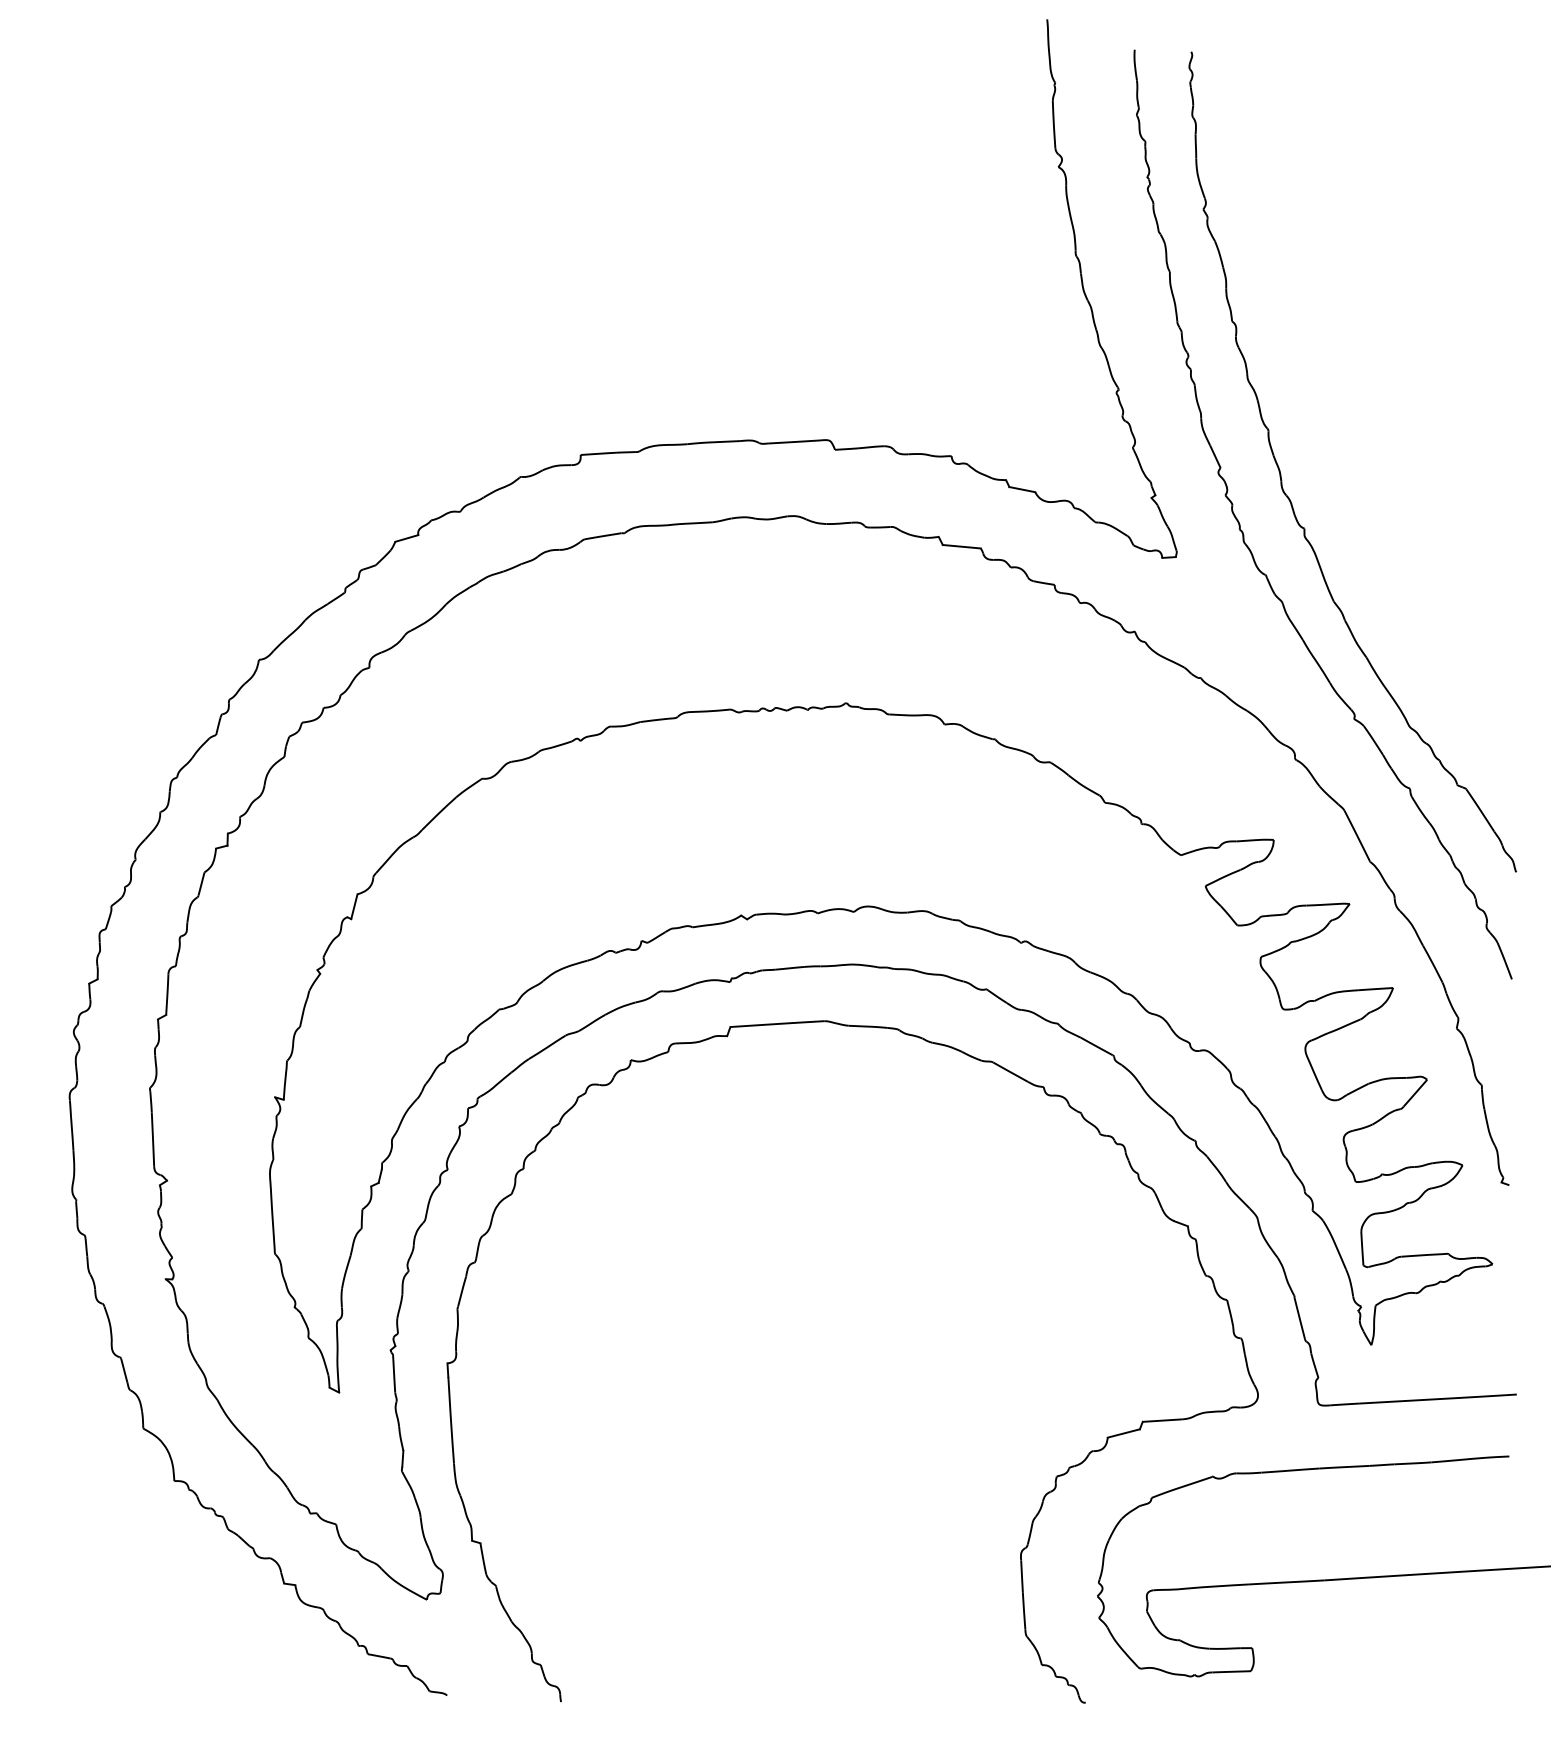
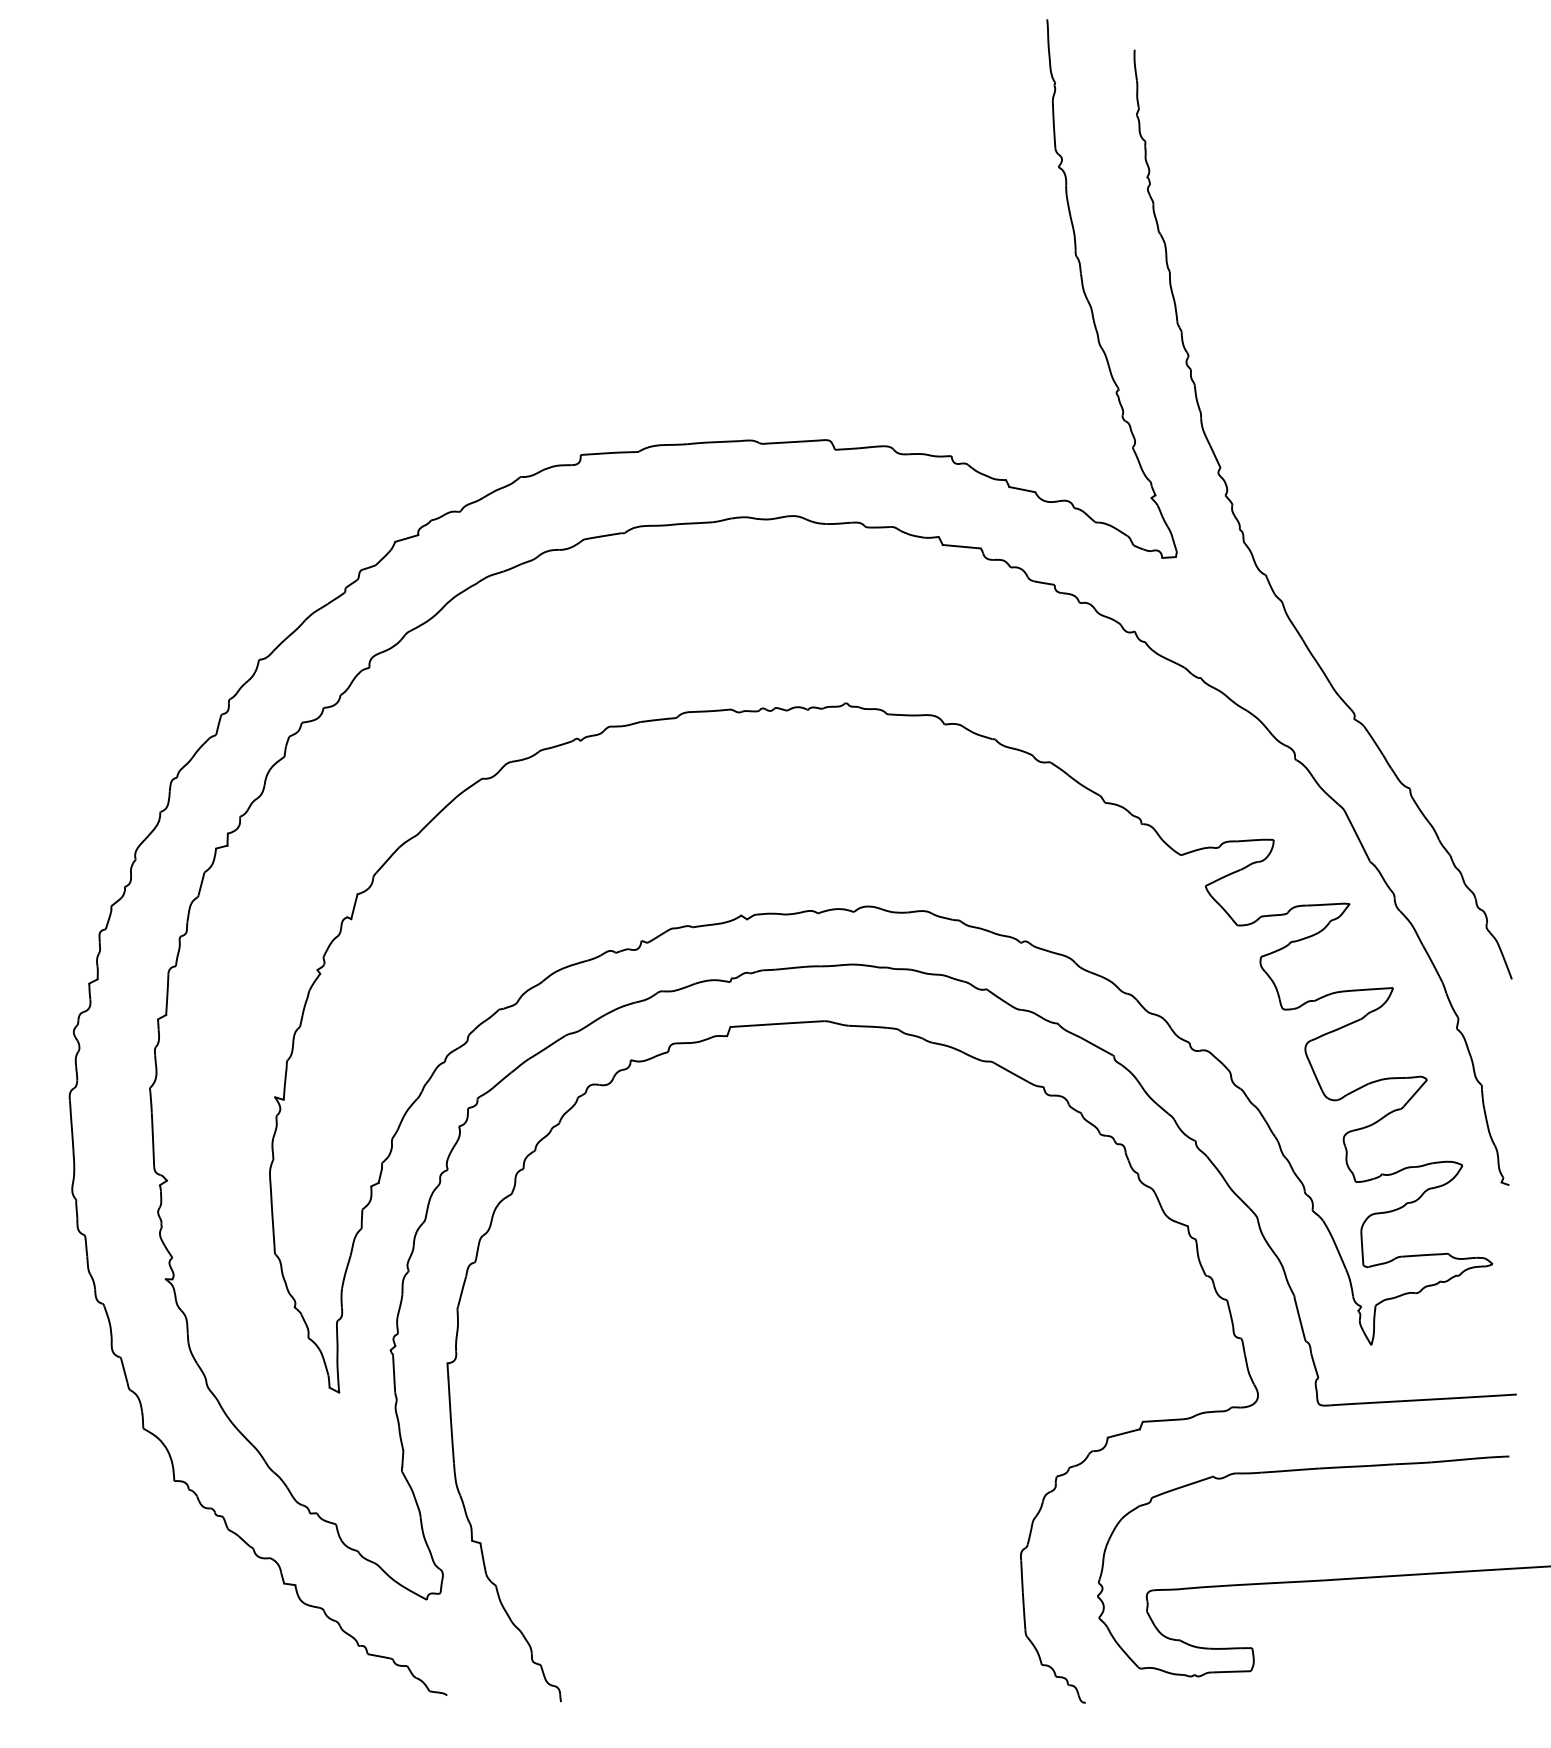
part at (1281, 474): present -> none
